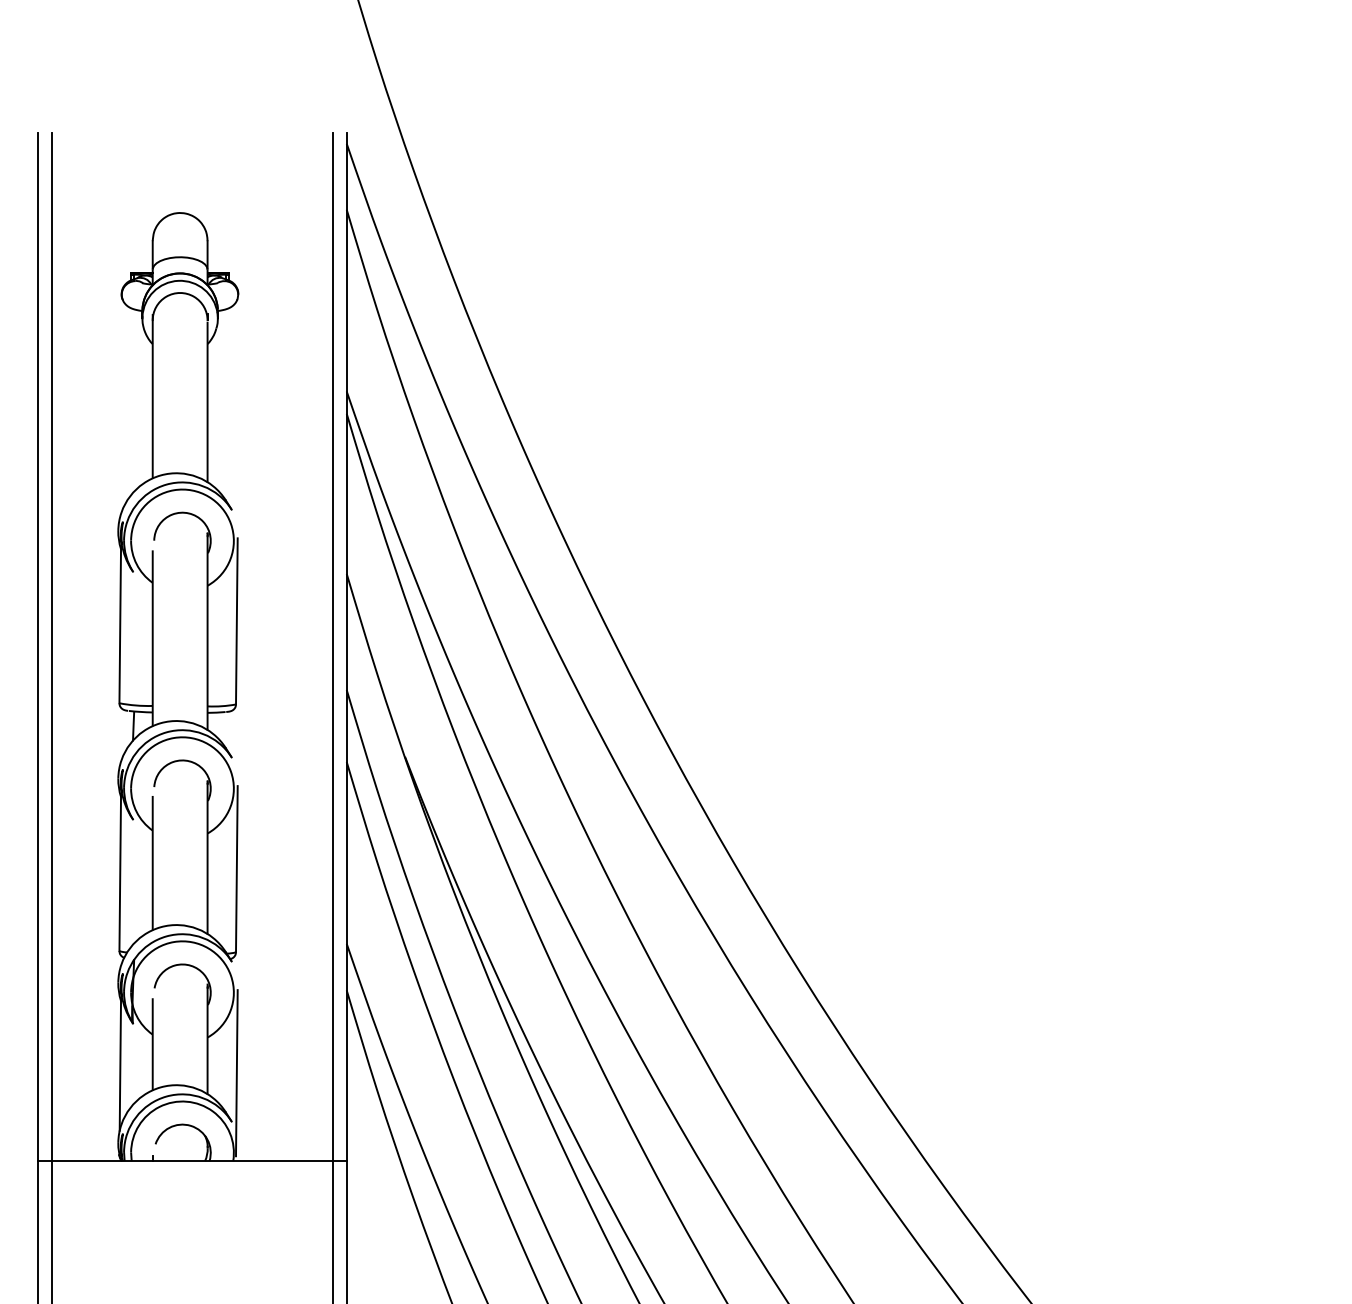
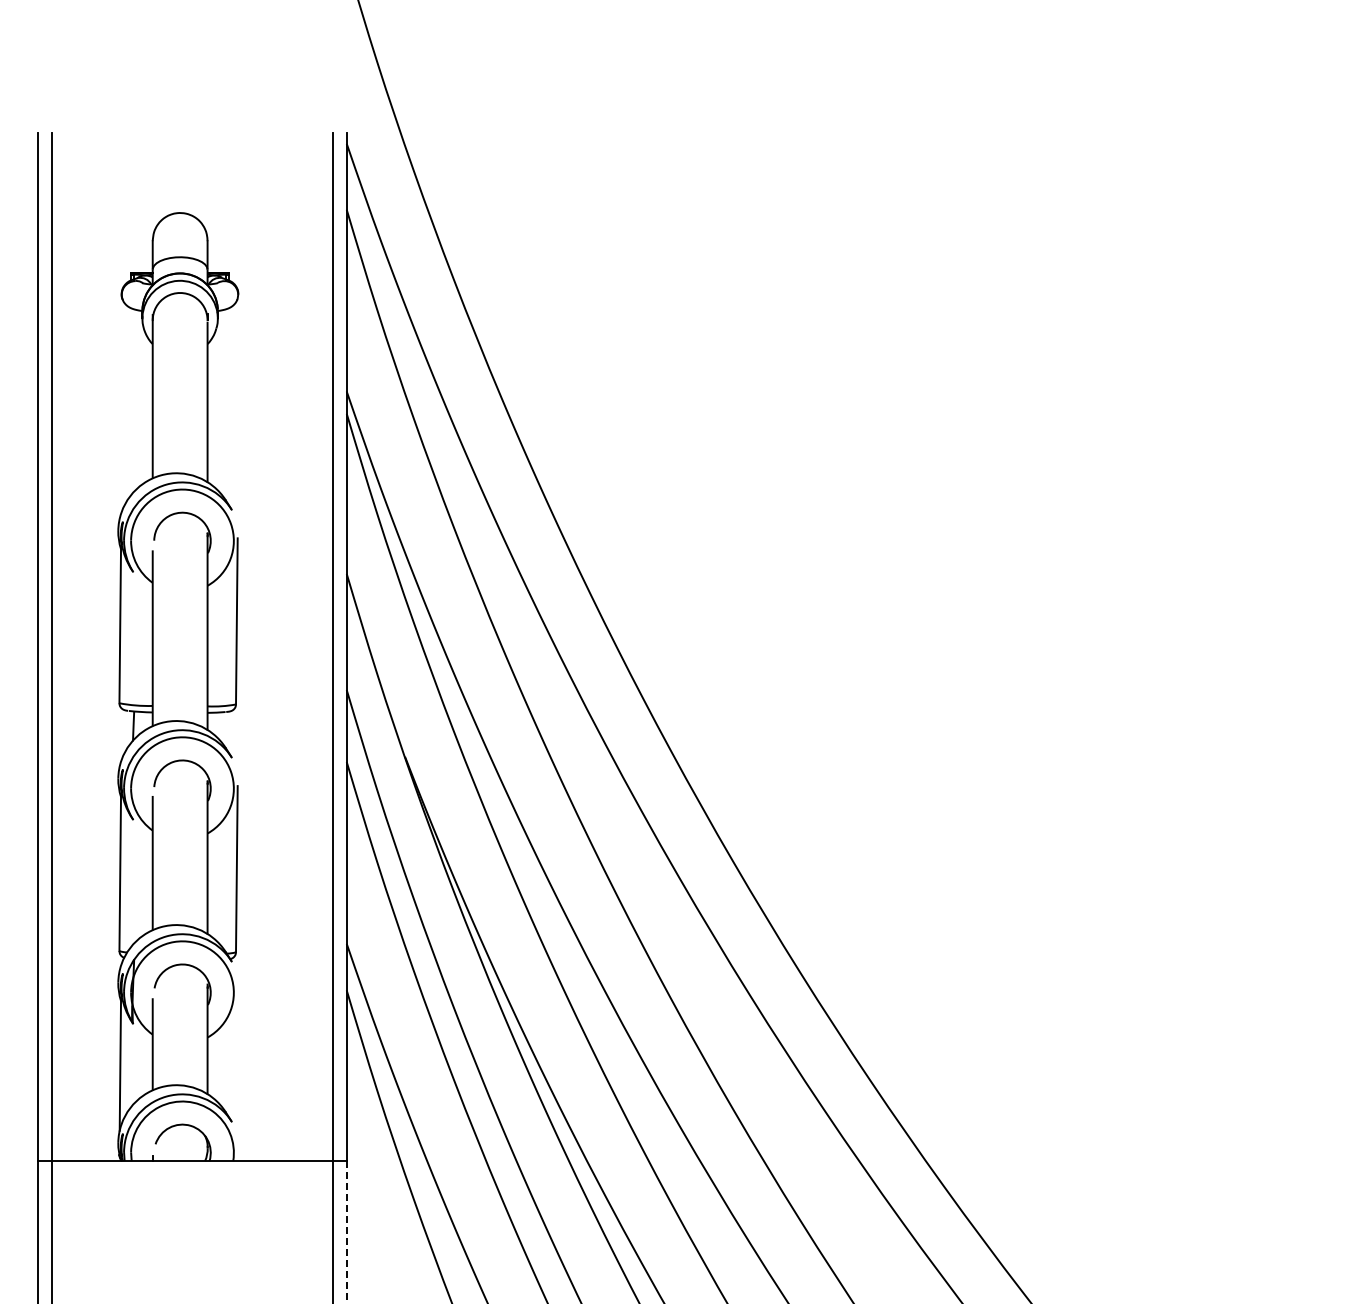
line at (236, 1073): present -> none
line at (346, 1232): solid -> dashed
